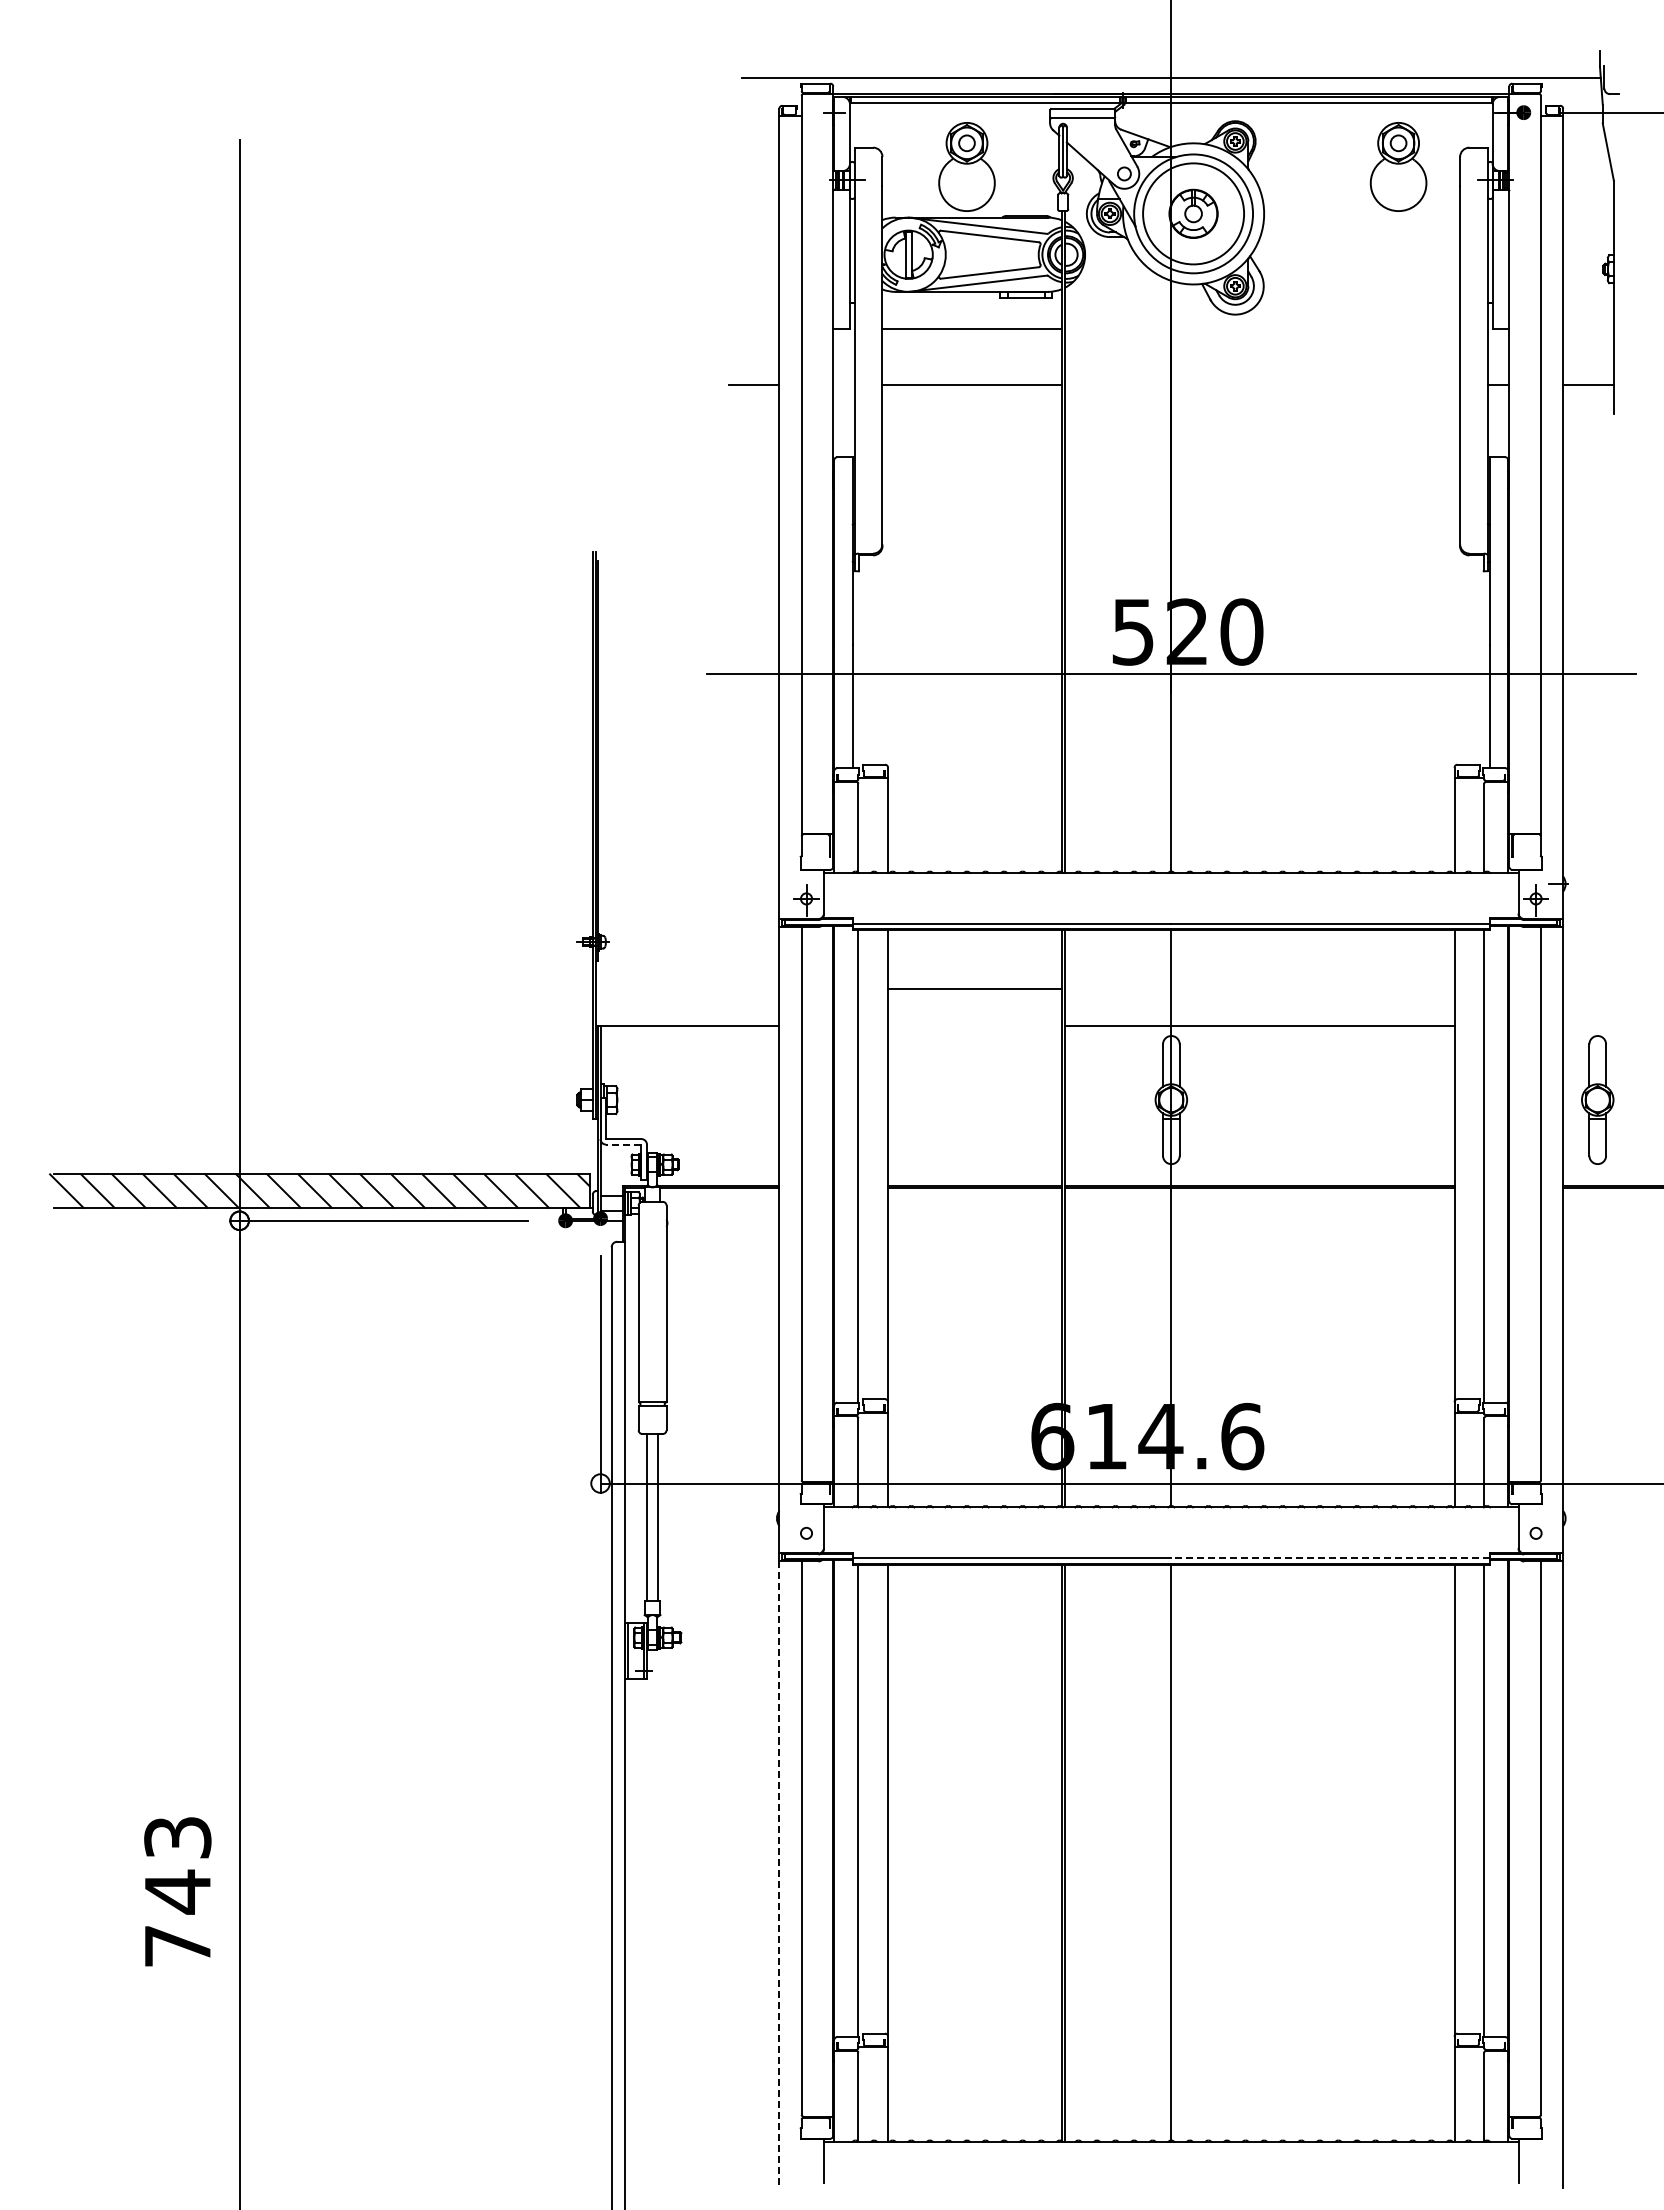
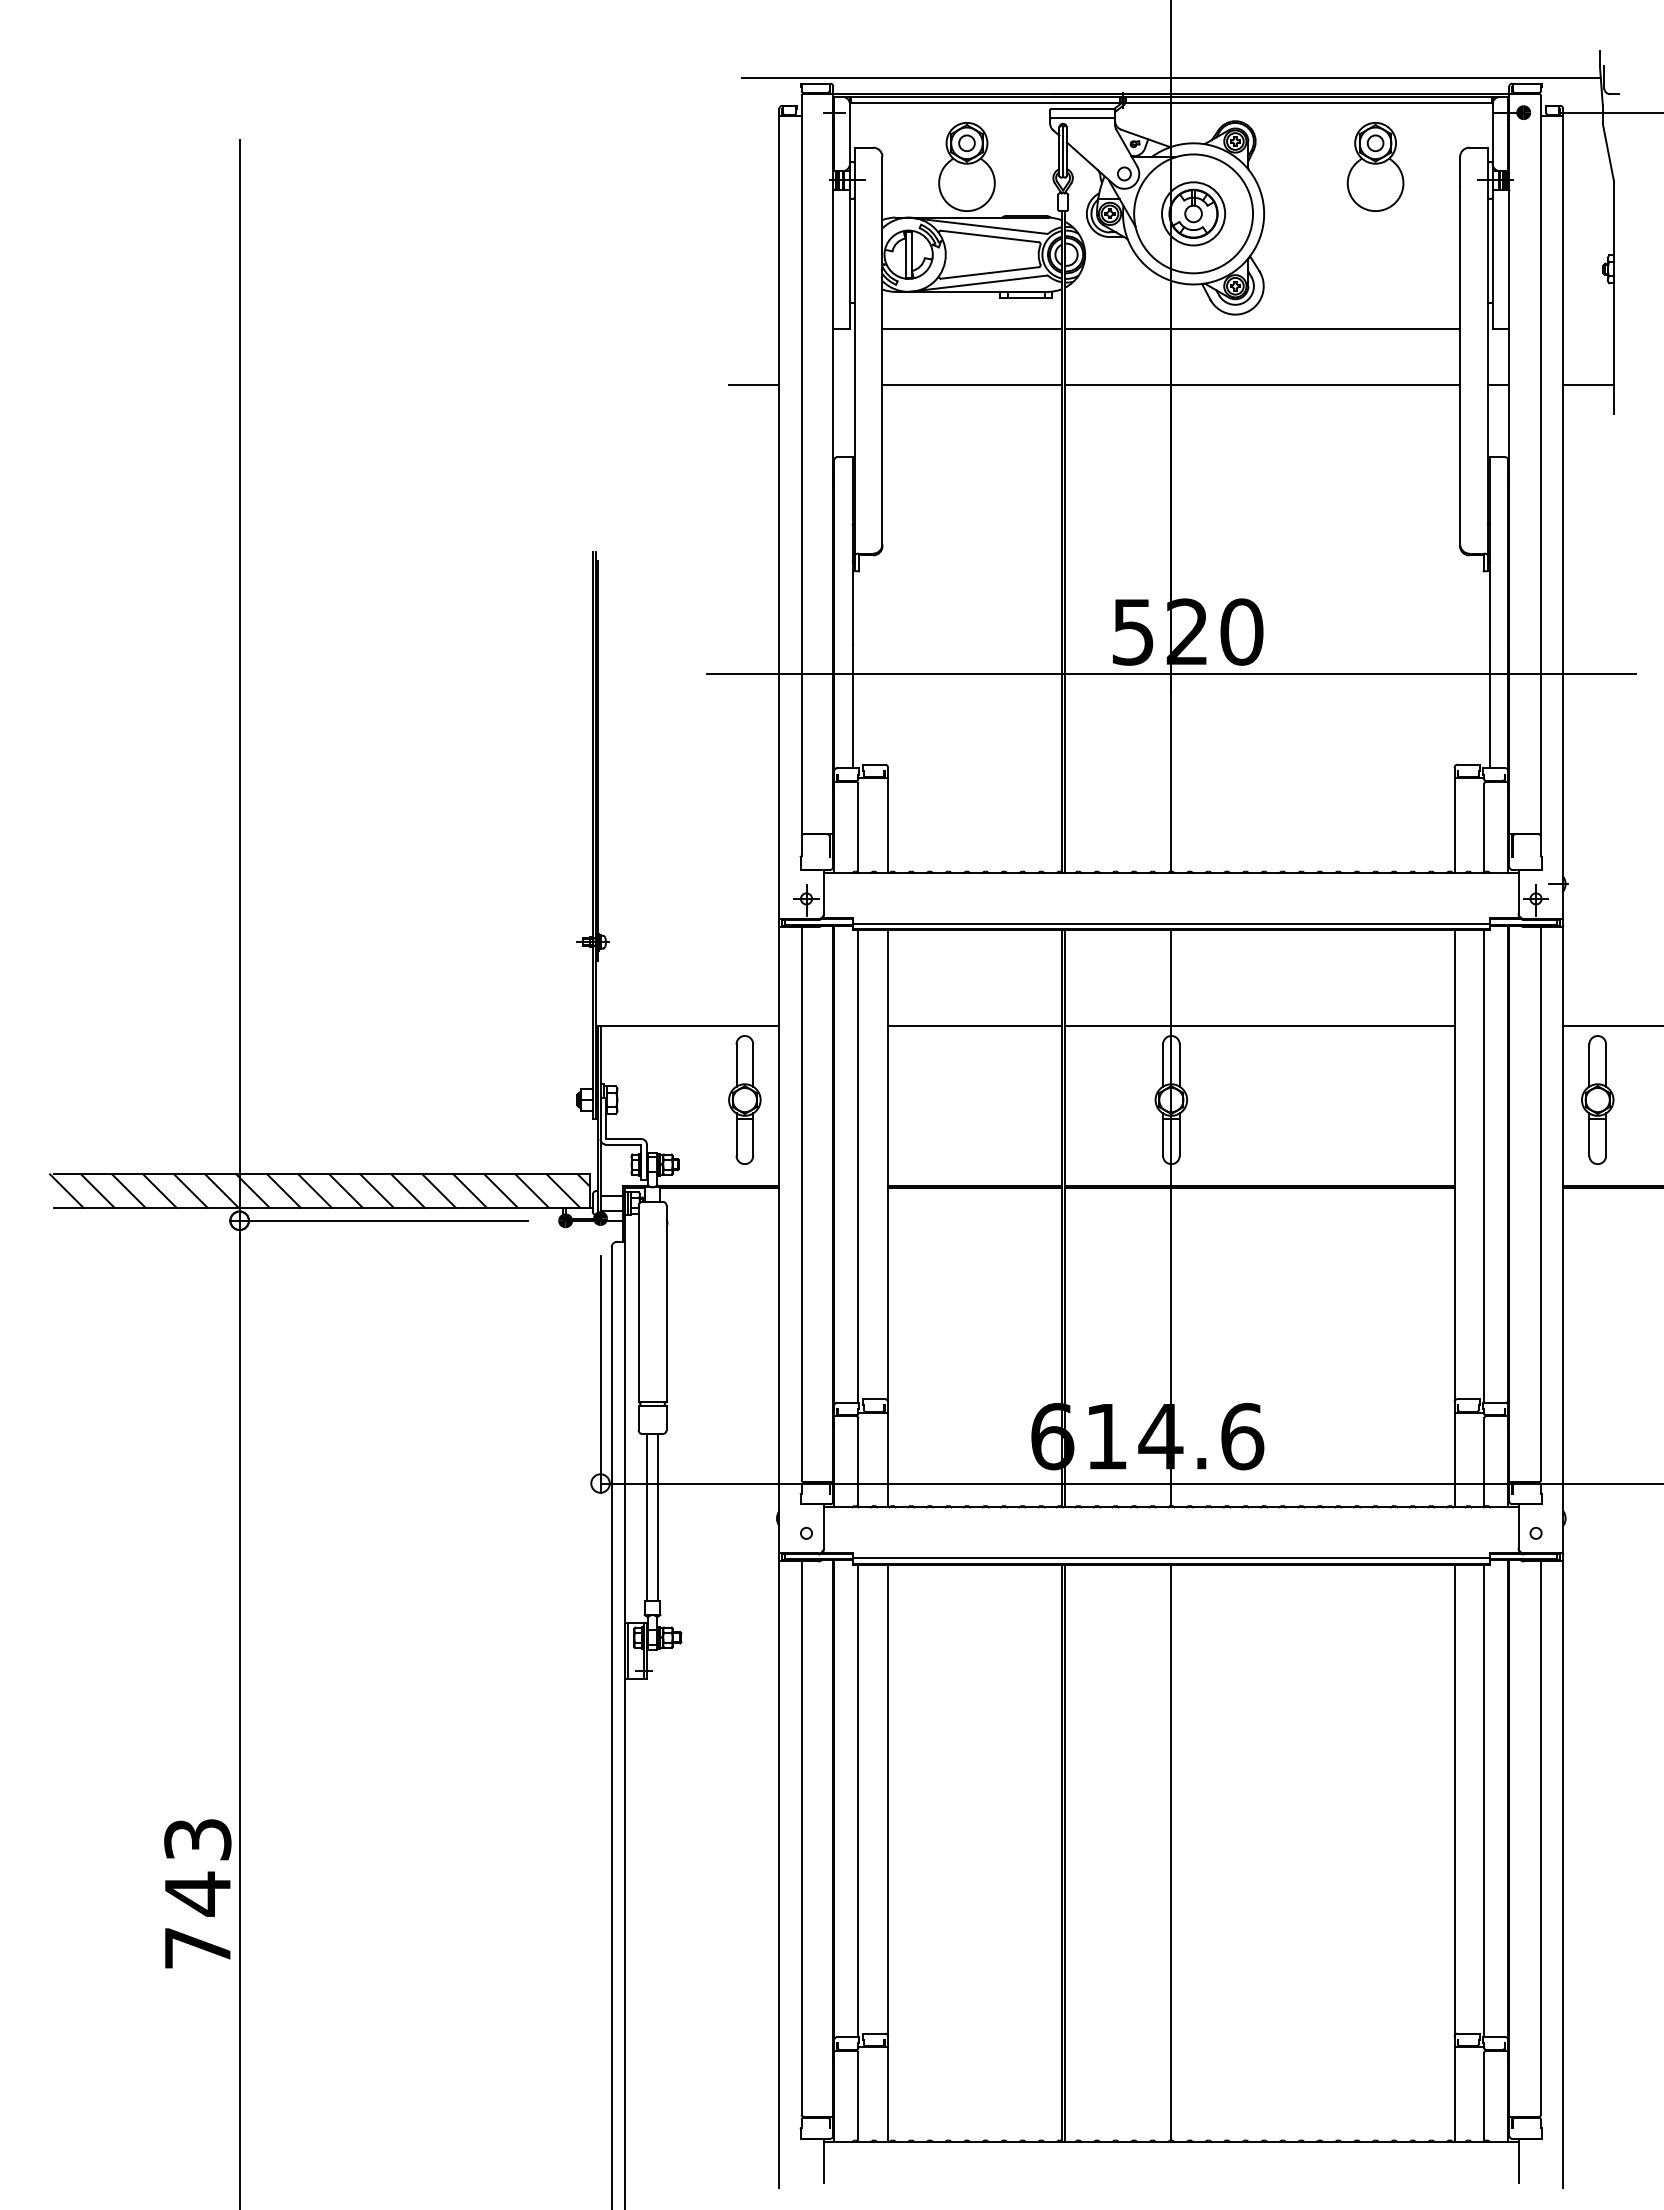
part at (1398, 166) position: (1398, 166) -> (1375, 166)
circle at (1193, 213) diameter: 101 px -> 63 px
line at (1262, 329): none -> present
line at (1262, 384): none -> present
line at (974, 988) position: (974, 988) -> (974, 1025)
line at (1611, 1025): none -> present
part at (744, 1099): none -> present
line at (623, 1144): dashed -> solid
line at (1329, 1558): dashed -> solid
line at (779, 1875): dashed -> solid
text at (177, 1891) position: (177, 1891) -> (197, 1893)
